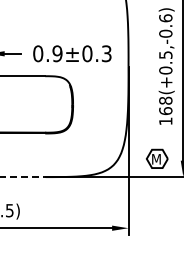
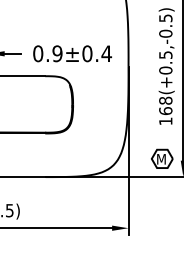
text at (165, 18): 168(+0.5,-0.6) -> 168(+0.5,-0.5)
text at (106, 53): 0.9±0.3 -> 0.9±0.4
part at (157, 158) position: (157, 158) -> (162, 158)
line at (23, 177): dashed -> solid
